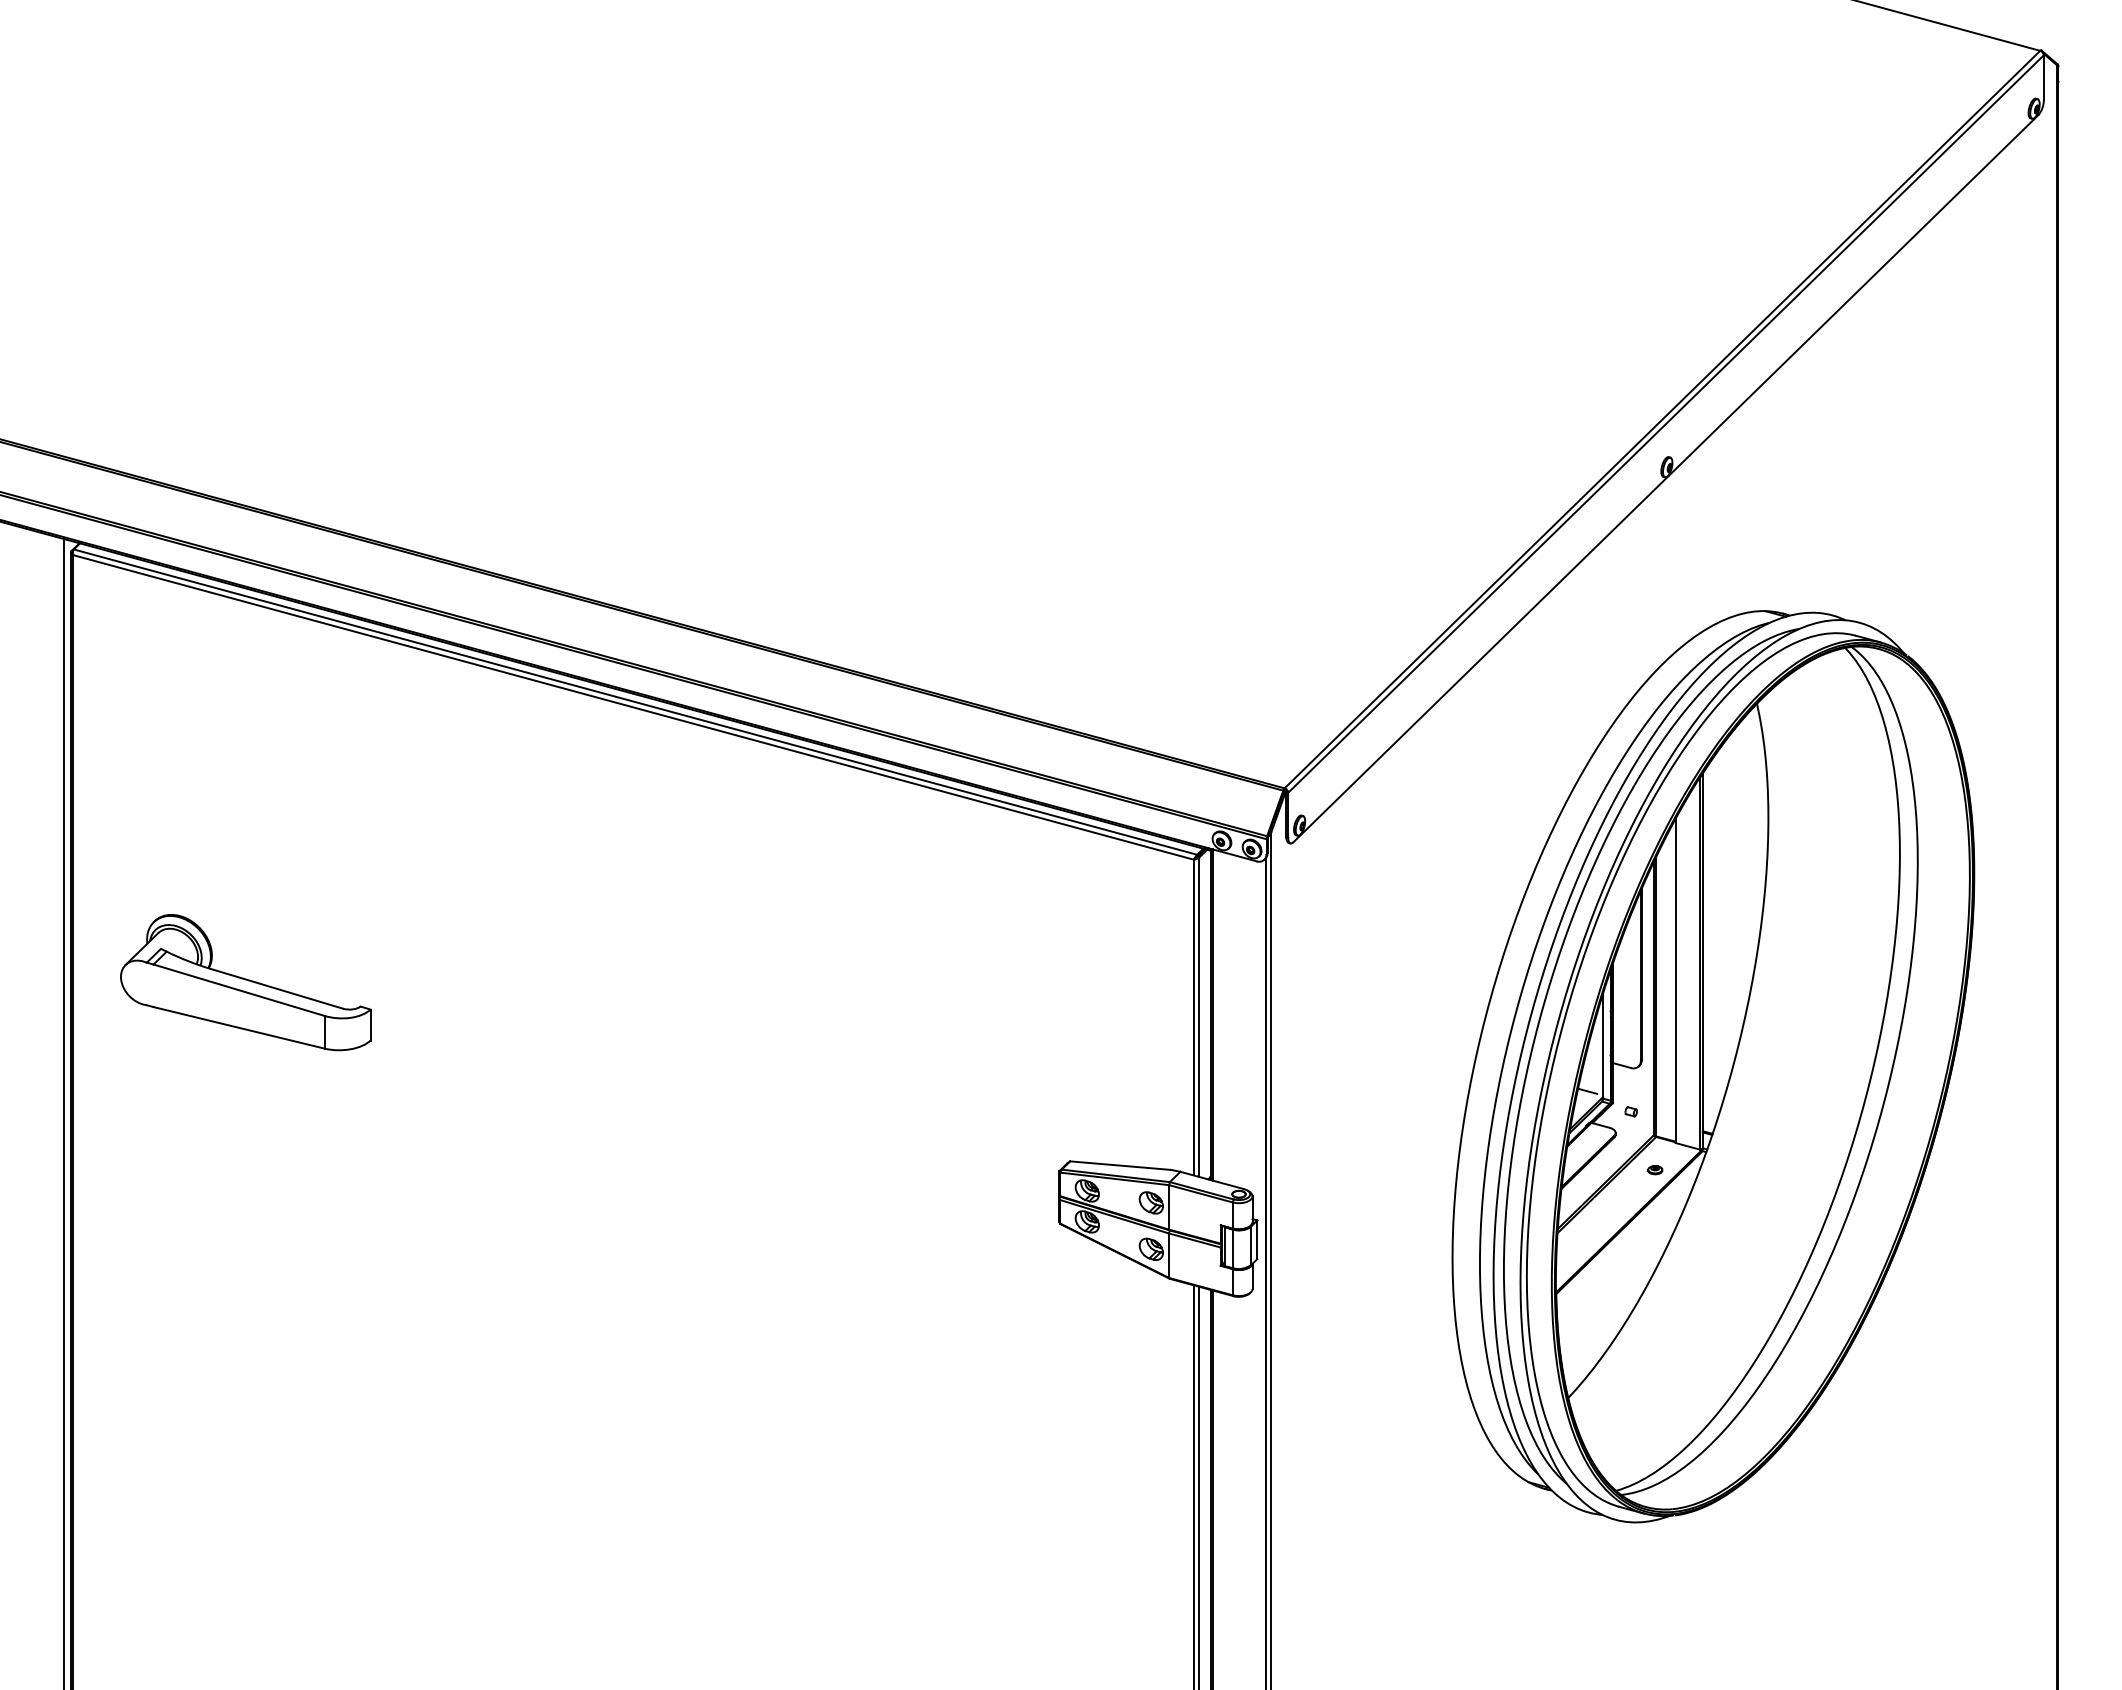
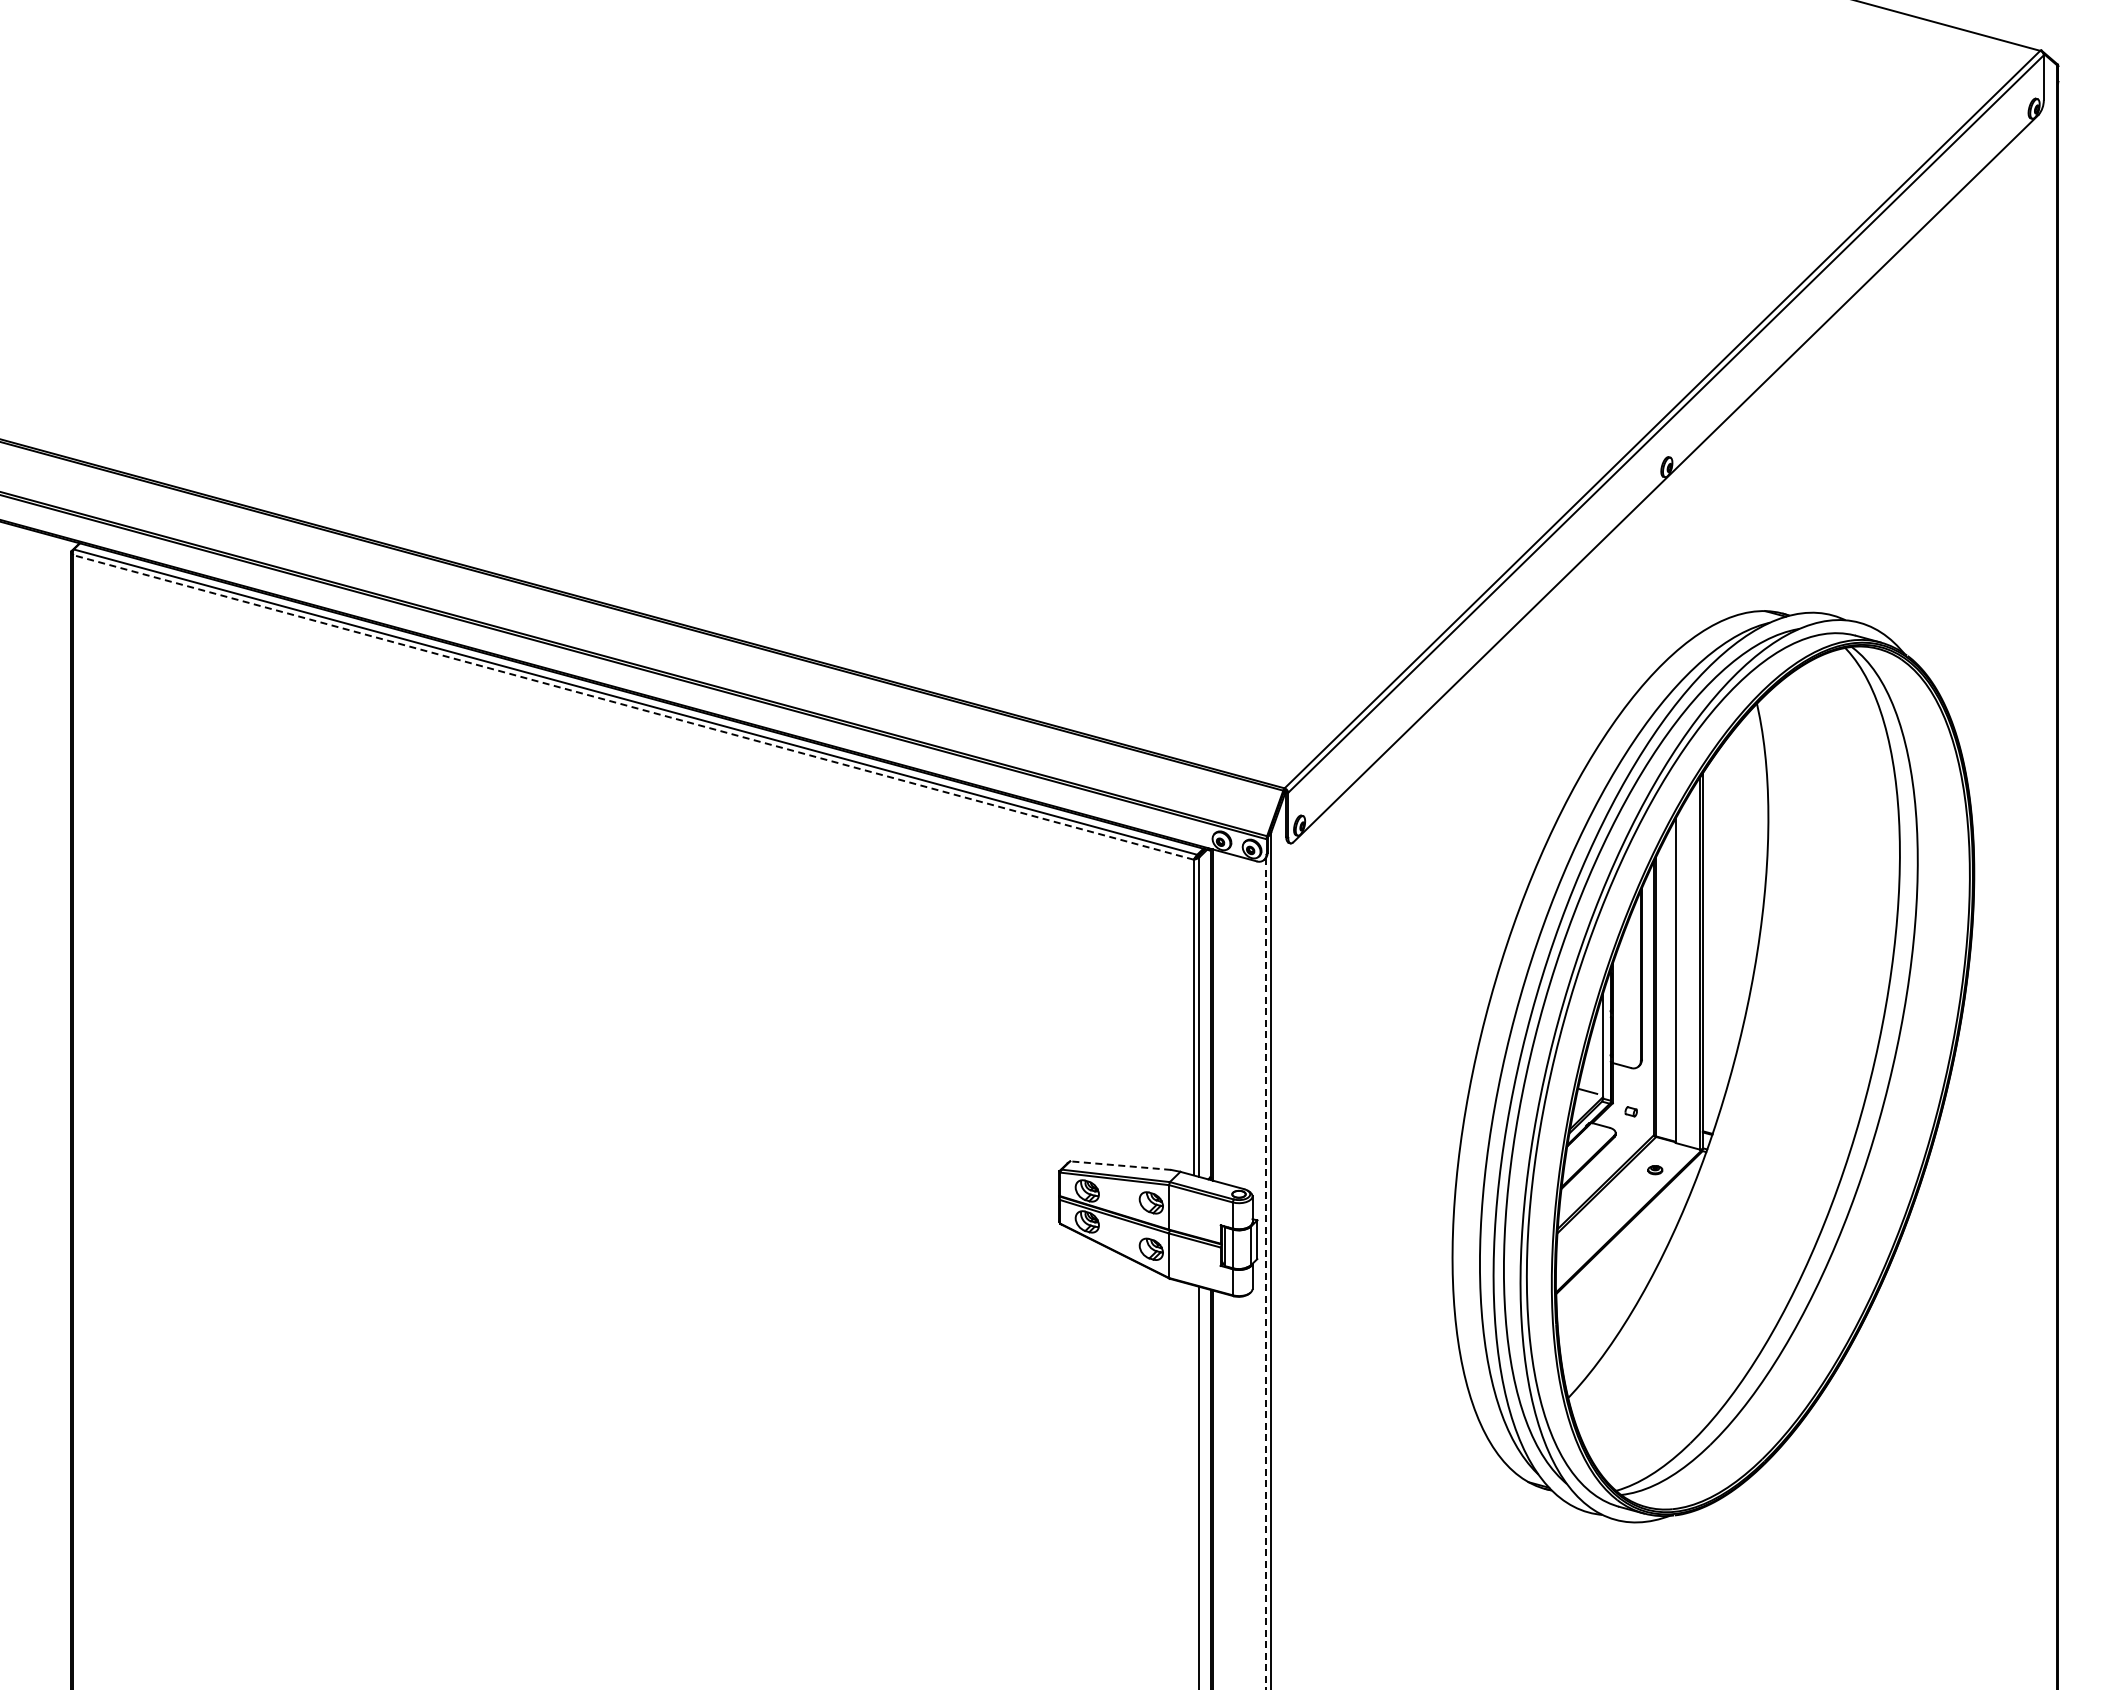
line at (633, 707): solid -> dashed
part at (245, 982): present -> none
line at (63, 1112): present -> none
line at (1120, 1165): solid -> dashed
line at (1265, 1274): solid -> dashed
line at (1193, 1485): present -> none
